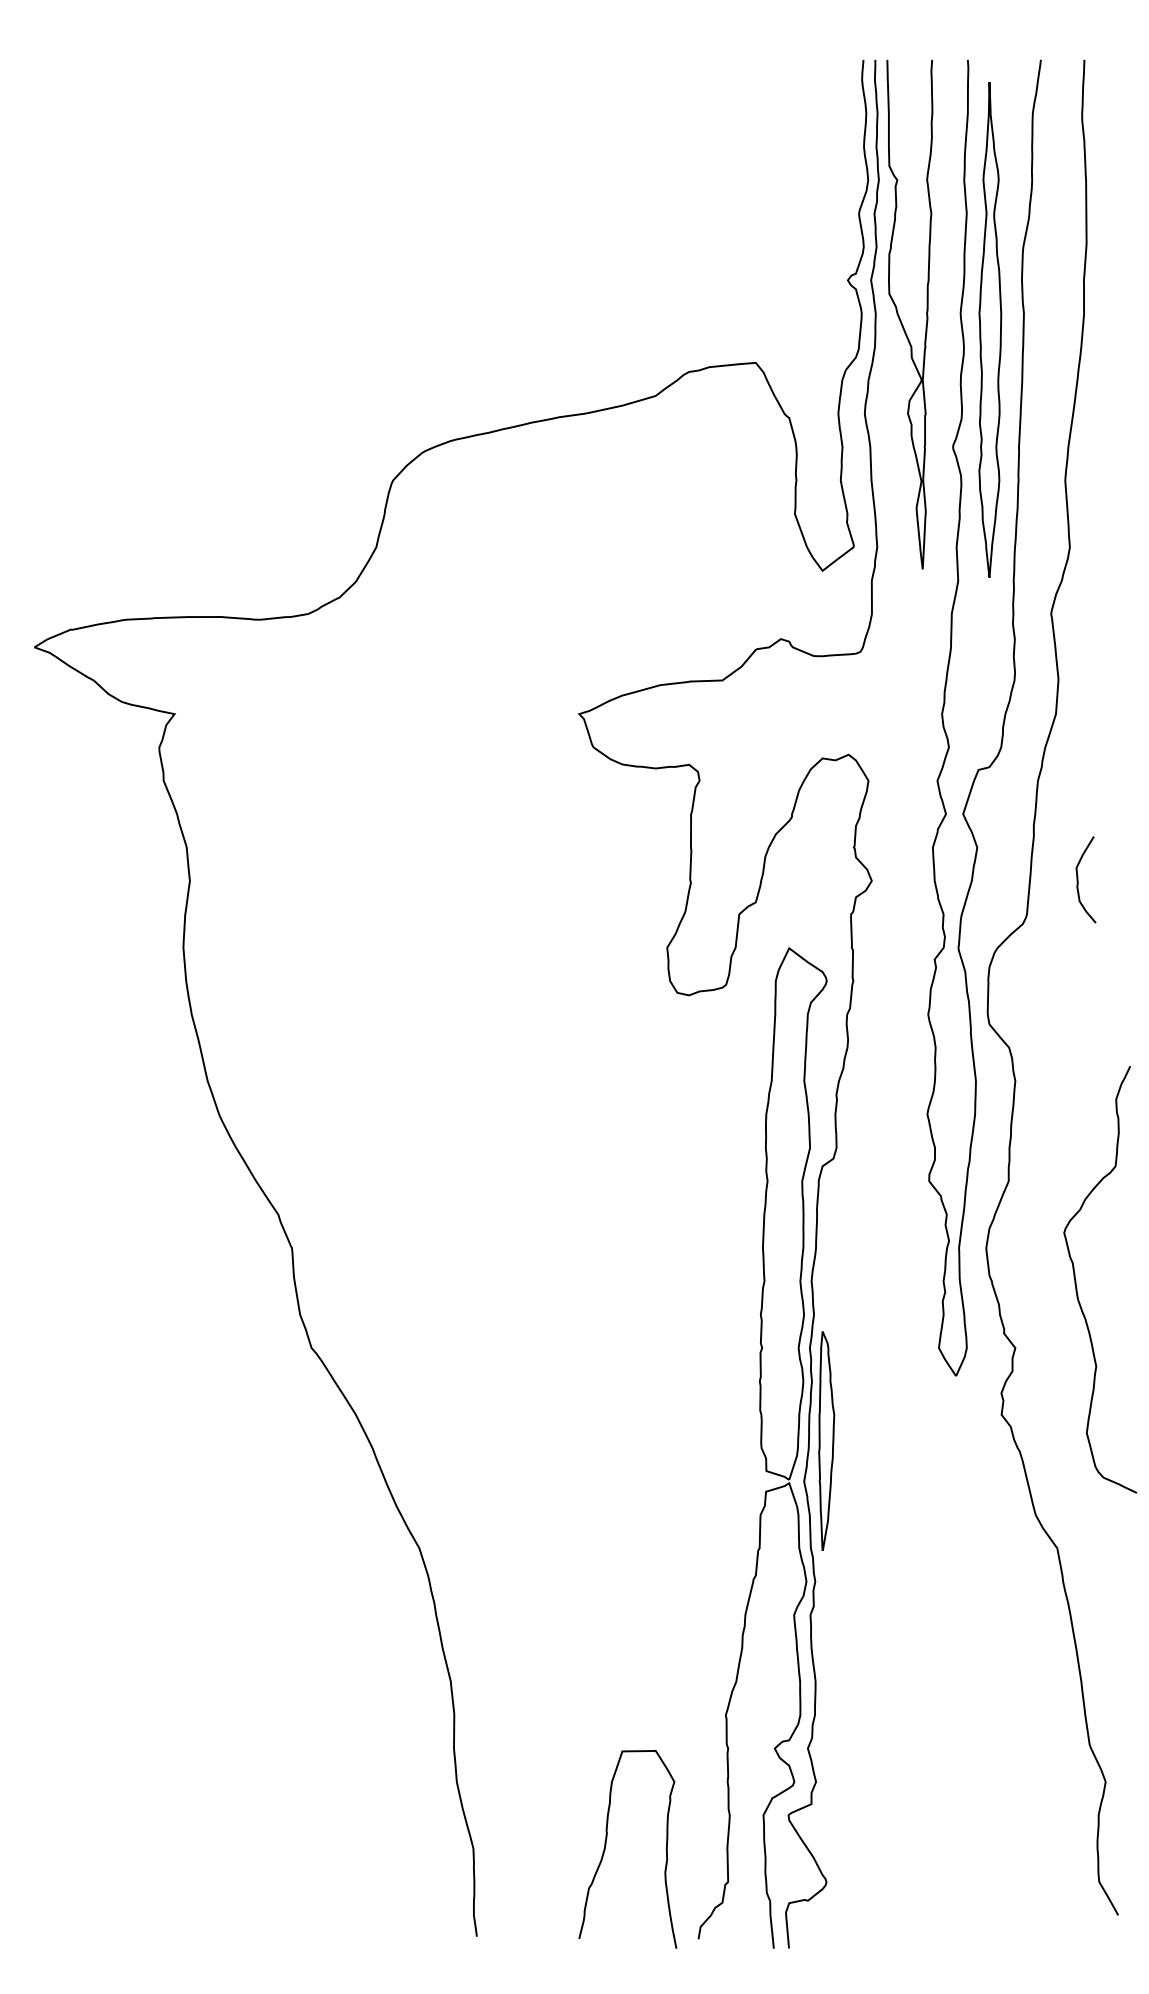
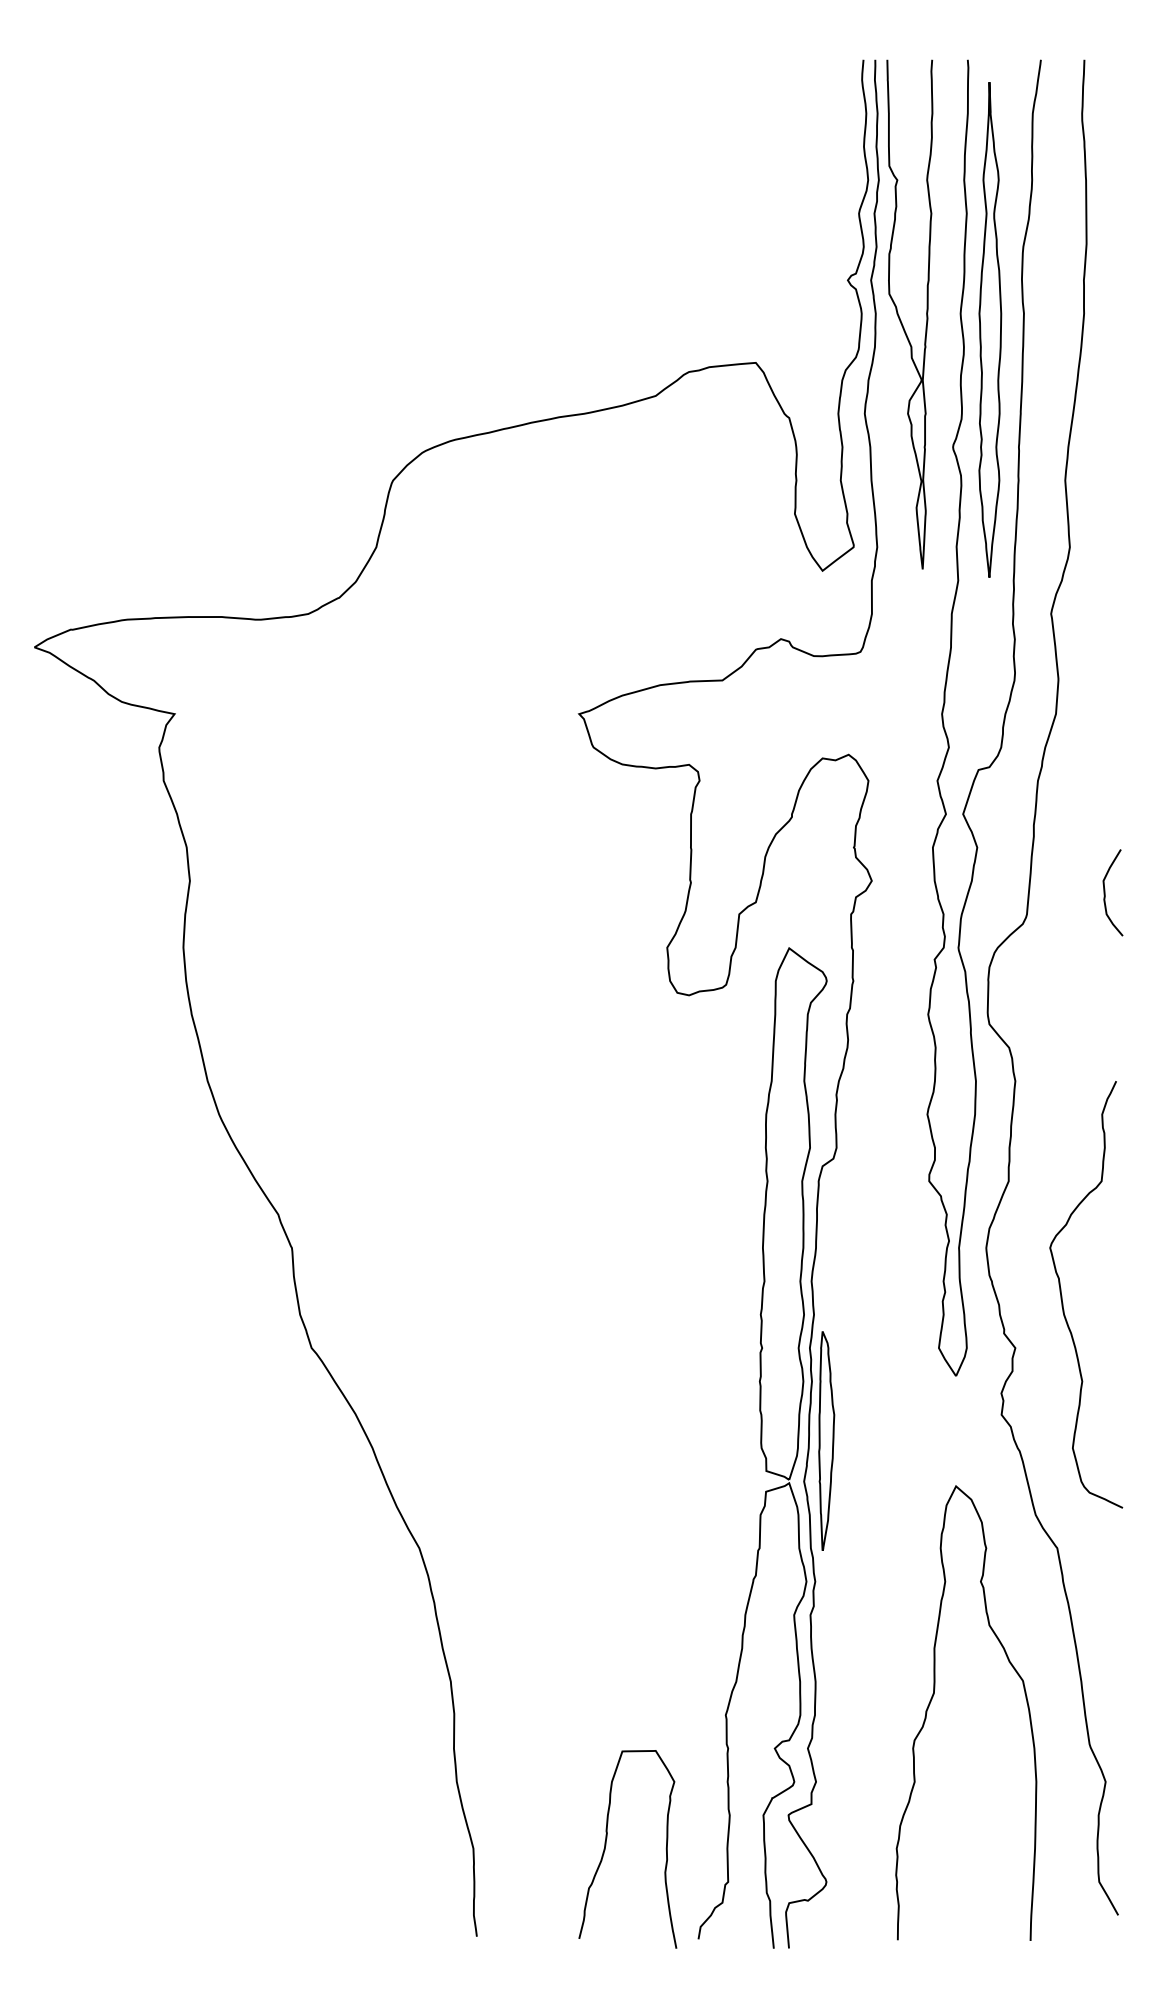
curve at (1078, 879) position: (1078, 879) -> (1105, 892)
curve at (1076, 1280) position: (1076, 1280) -> (1062, 1295)
curve at (933, 1697): none -> present
